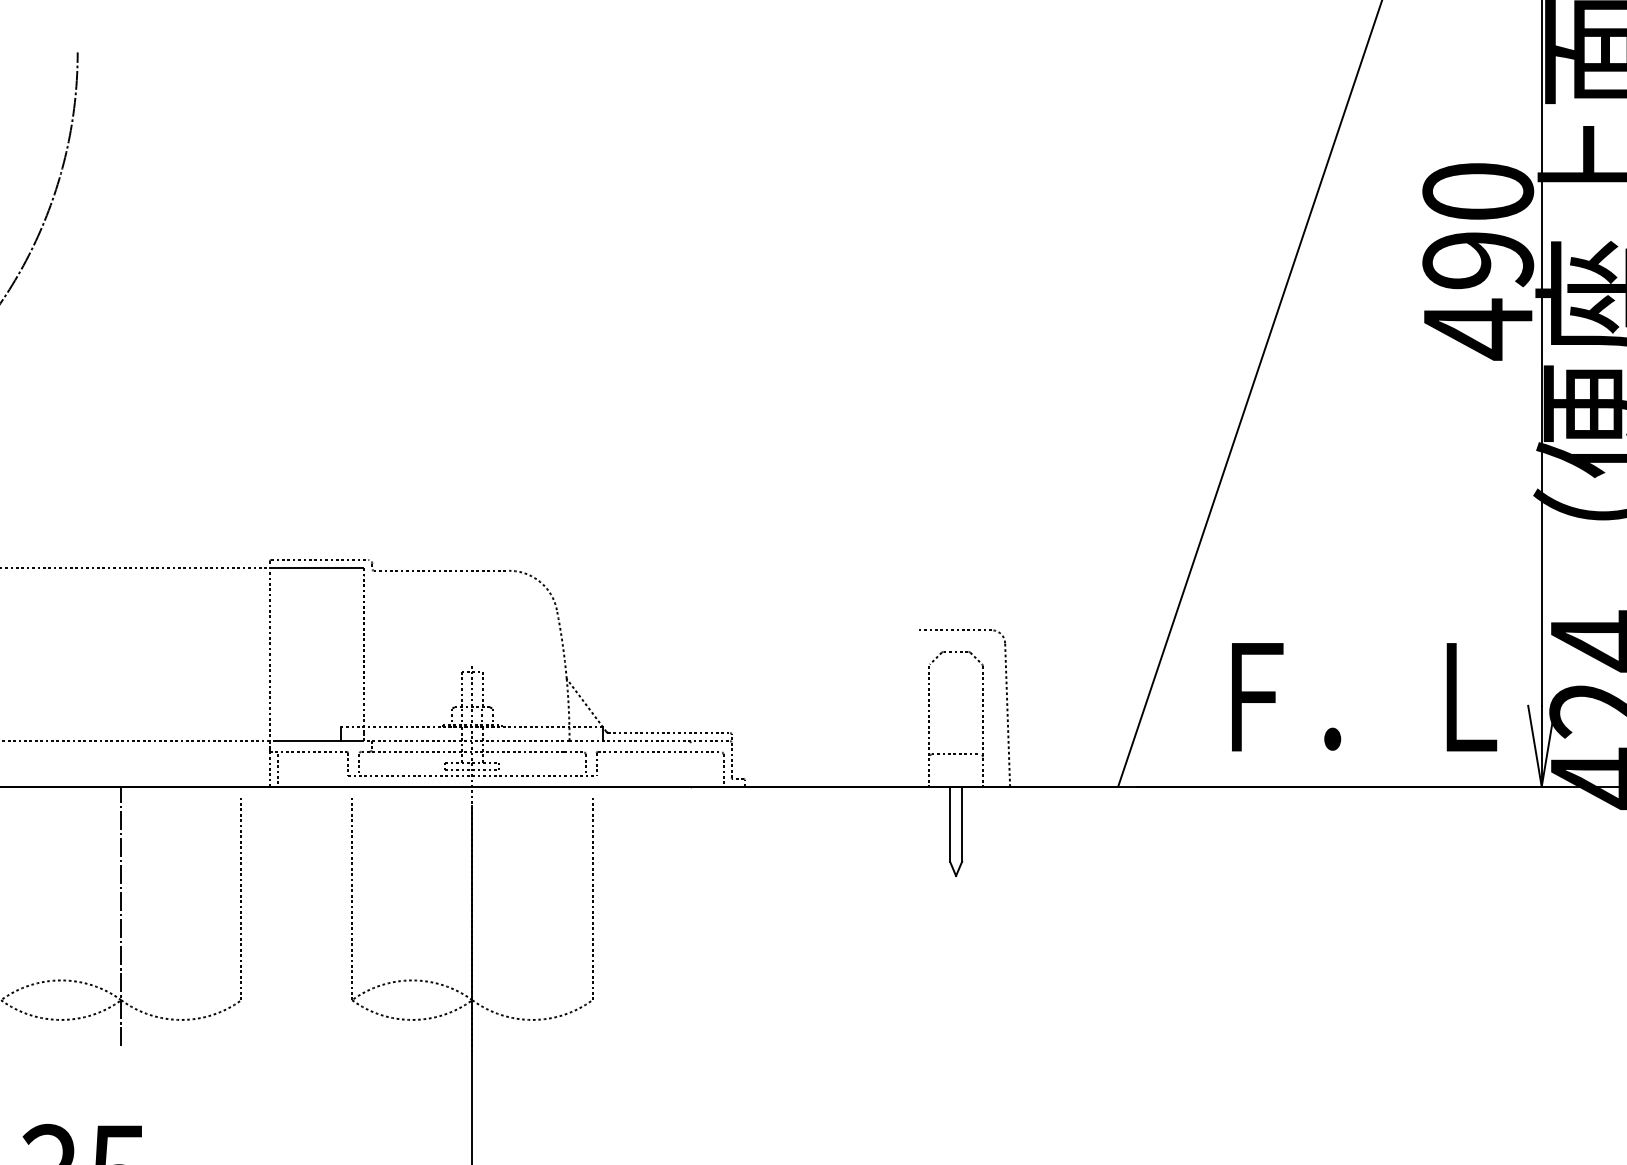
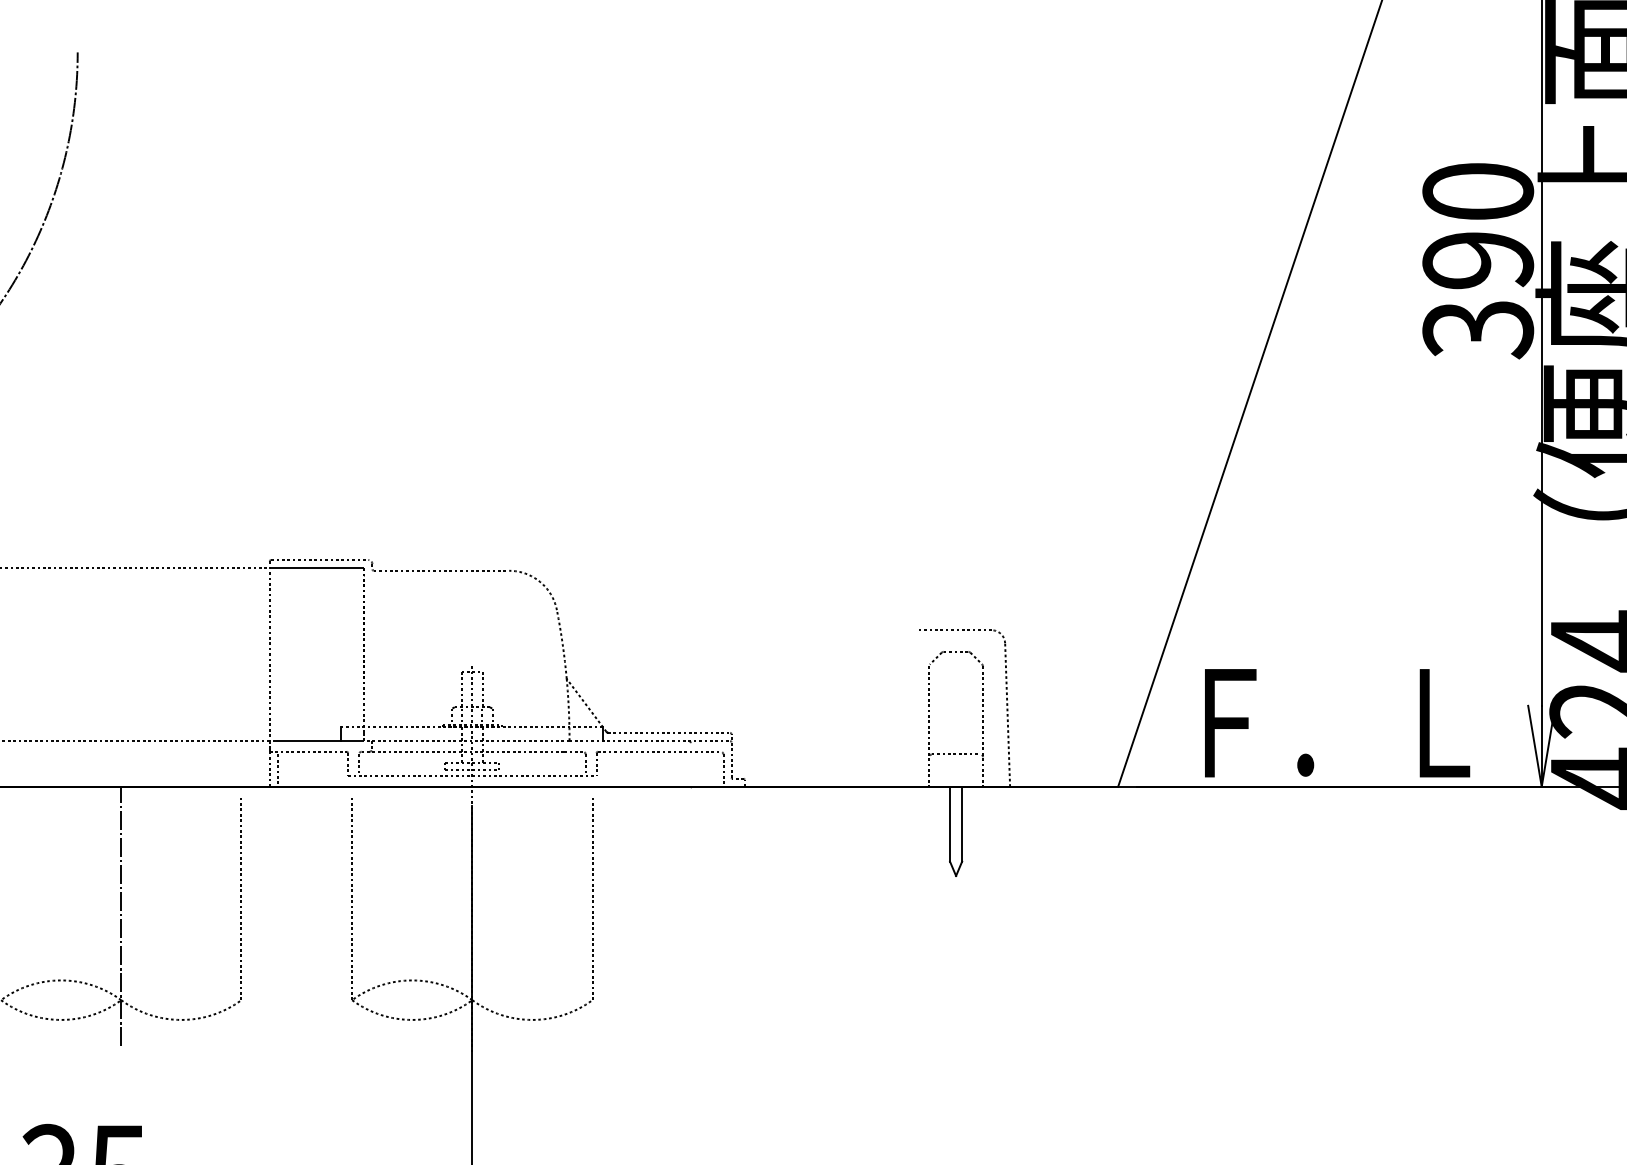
text at (1478, 329): 490 -> 390
text at (1364, 697) position: (1364, 697) -> (1337, 723)
